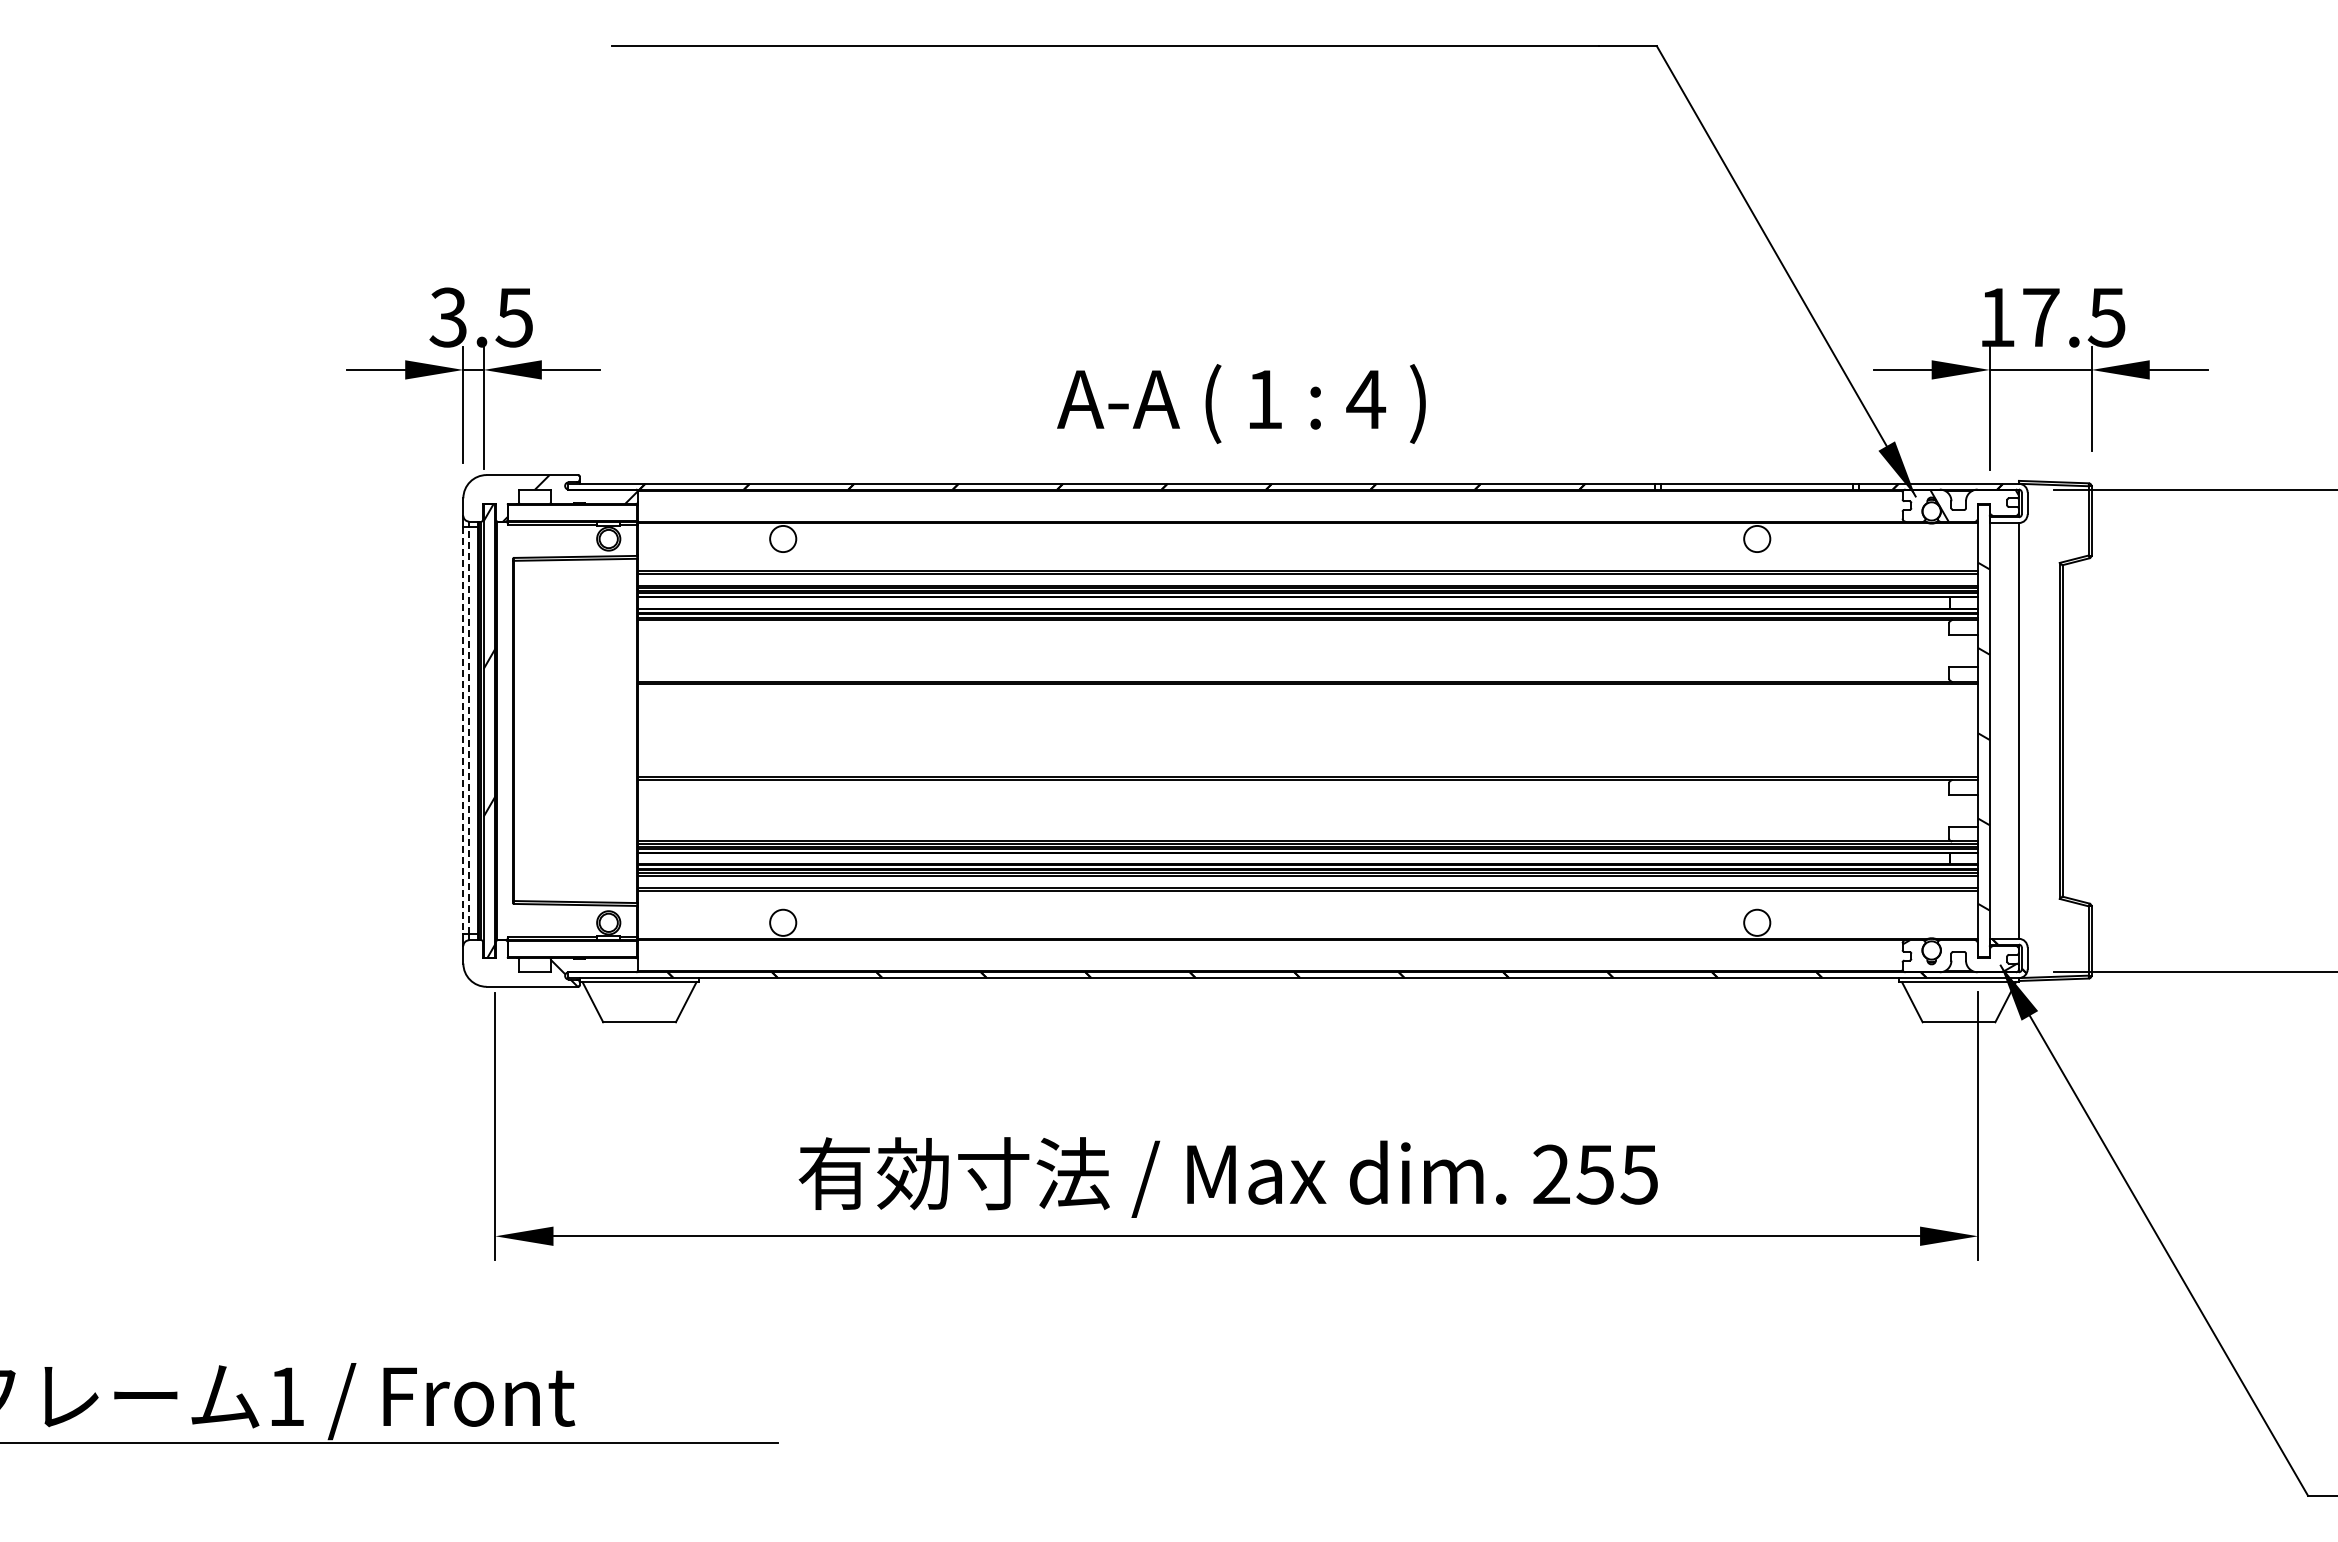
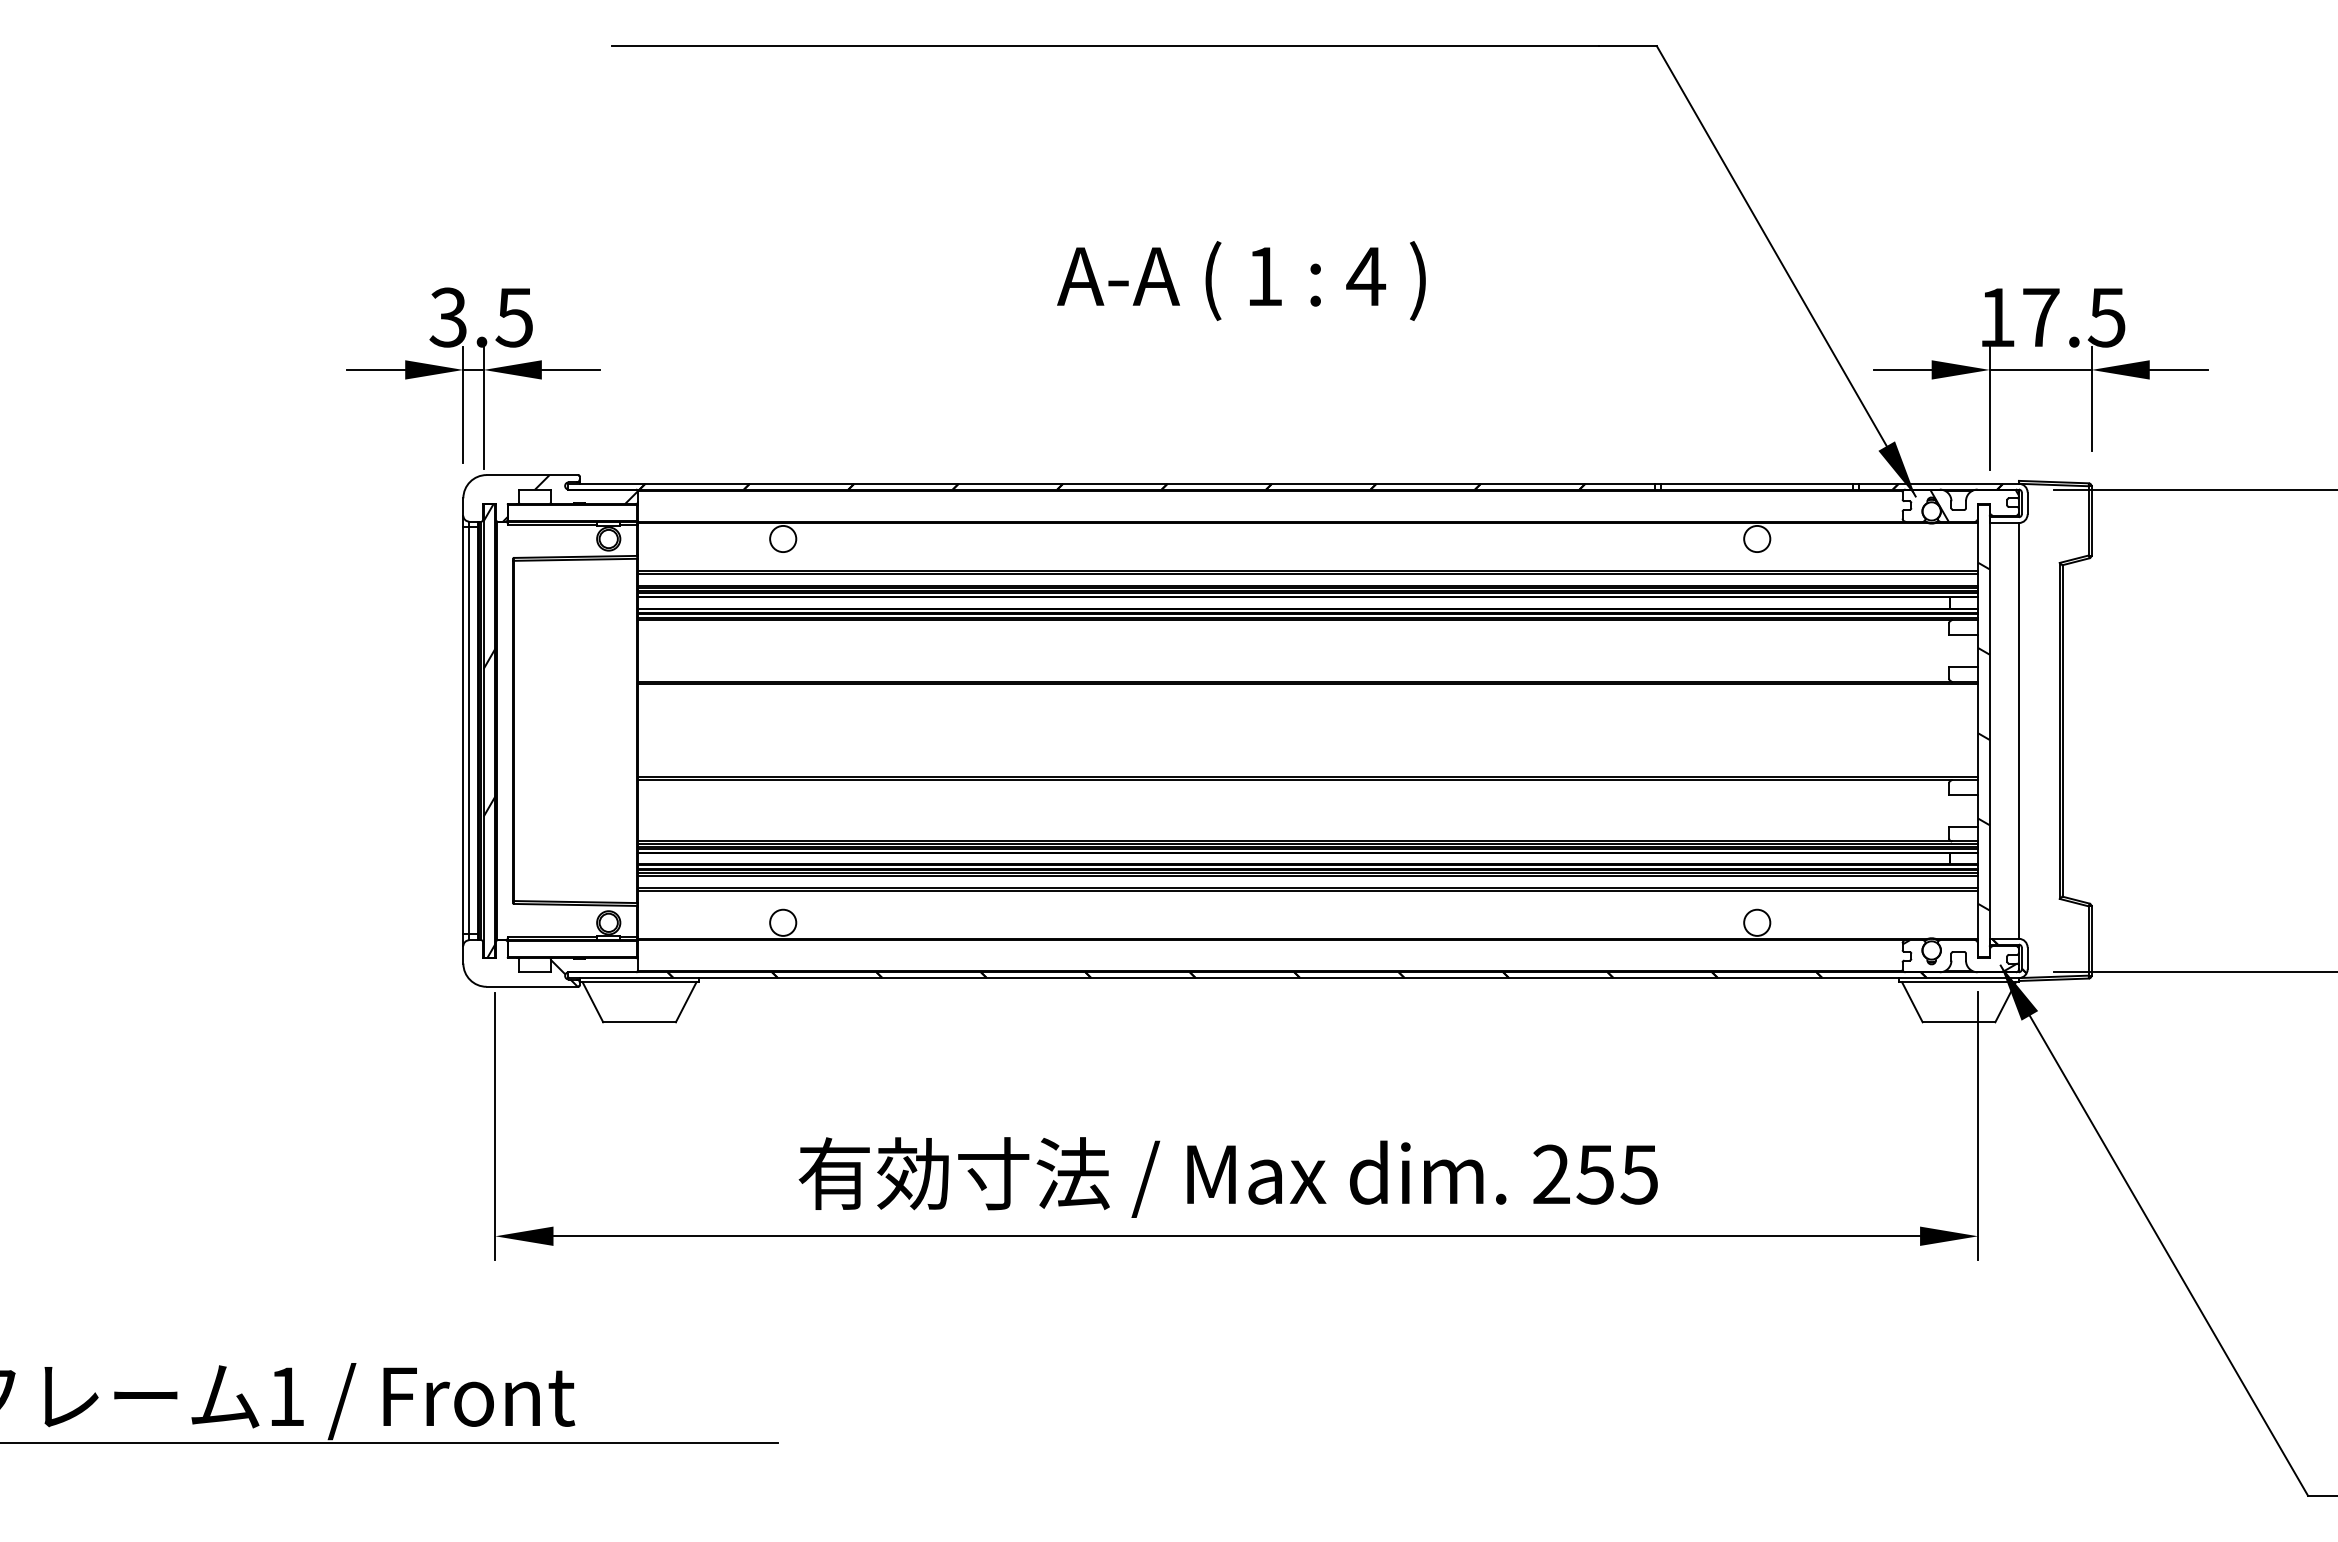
text at (1241, 403) position: (1241, 403) -> (1241, 280)
line at (463, 730): dashed -> solid
line at (469, 730): dashed -> solid
